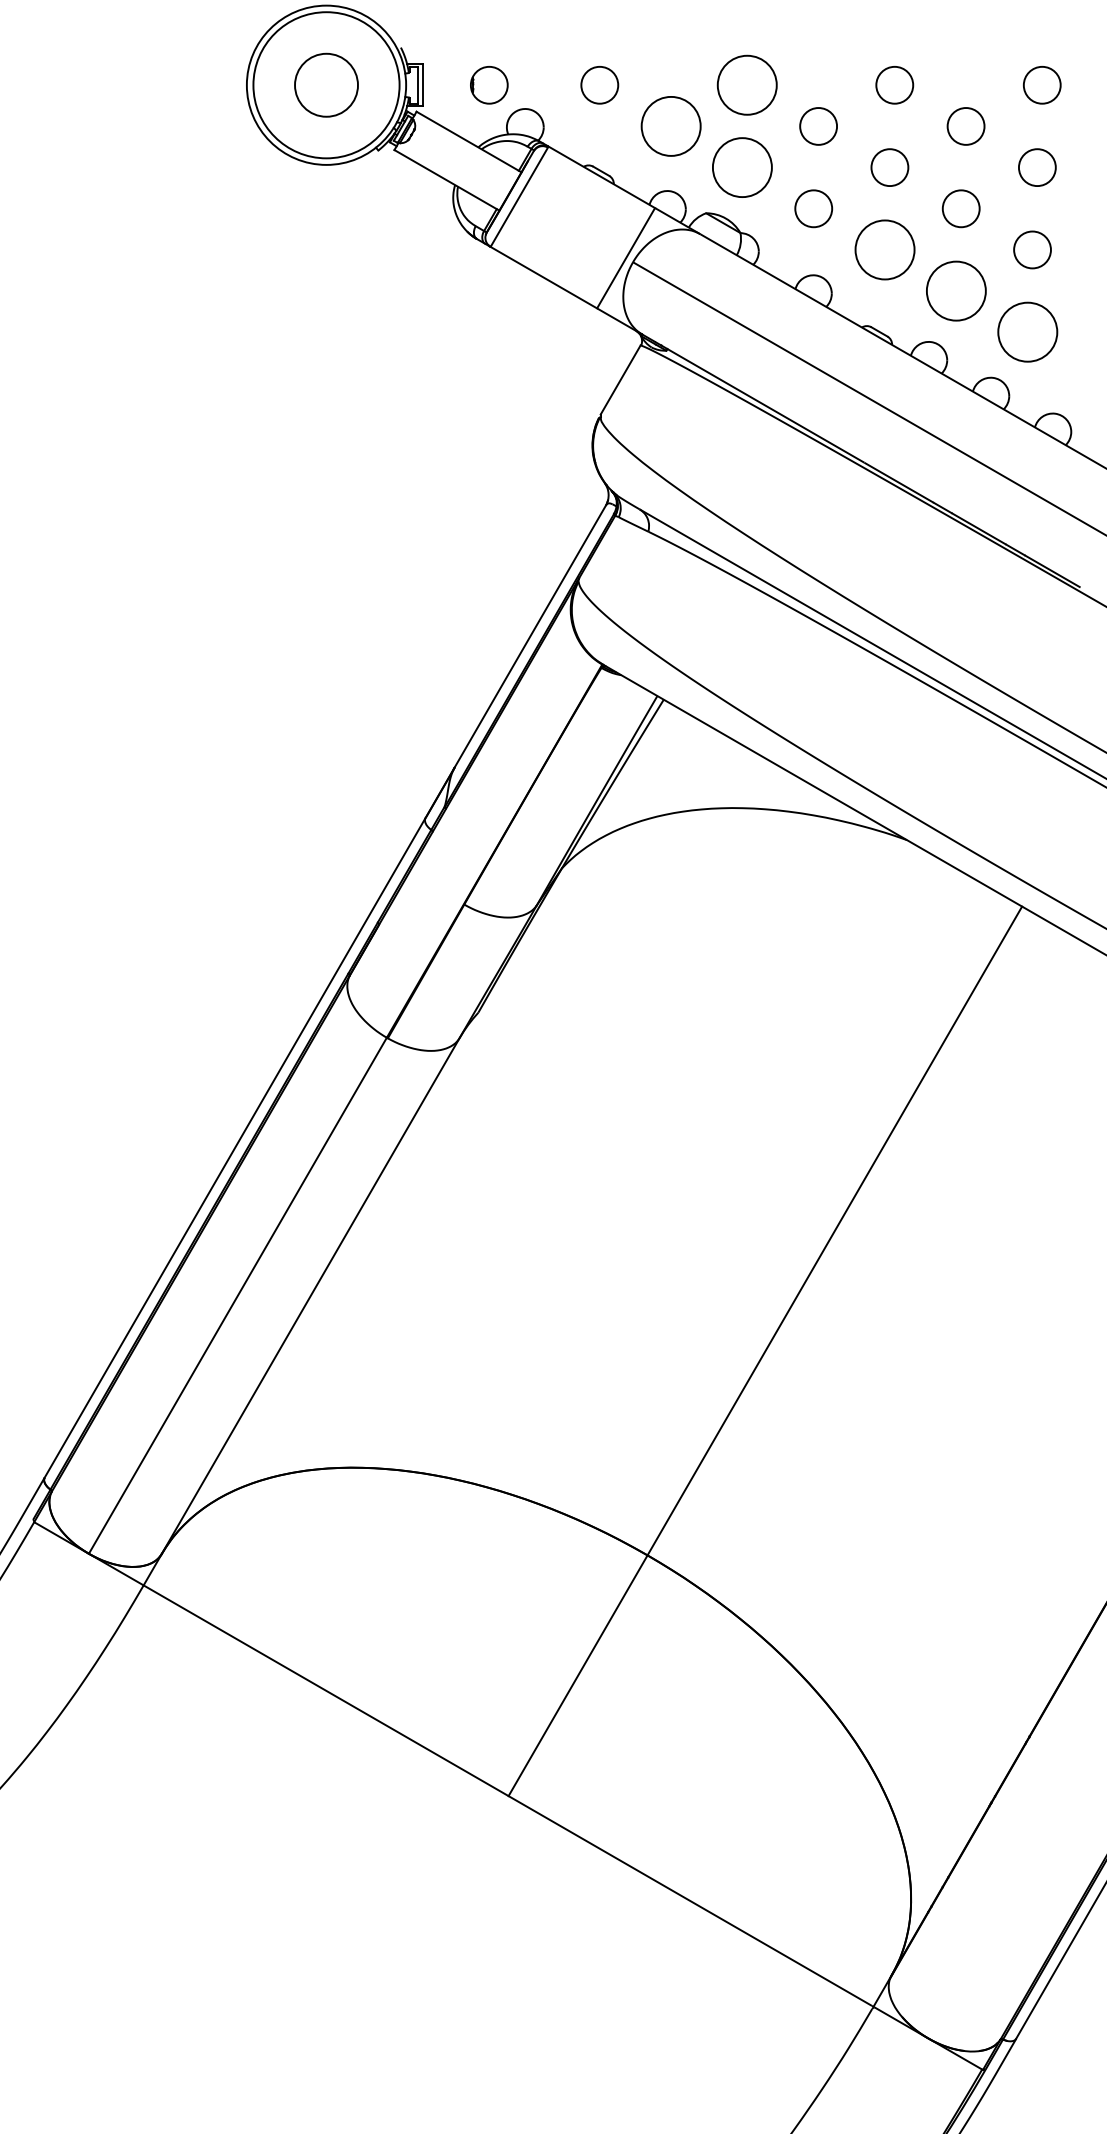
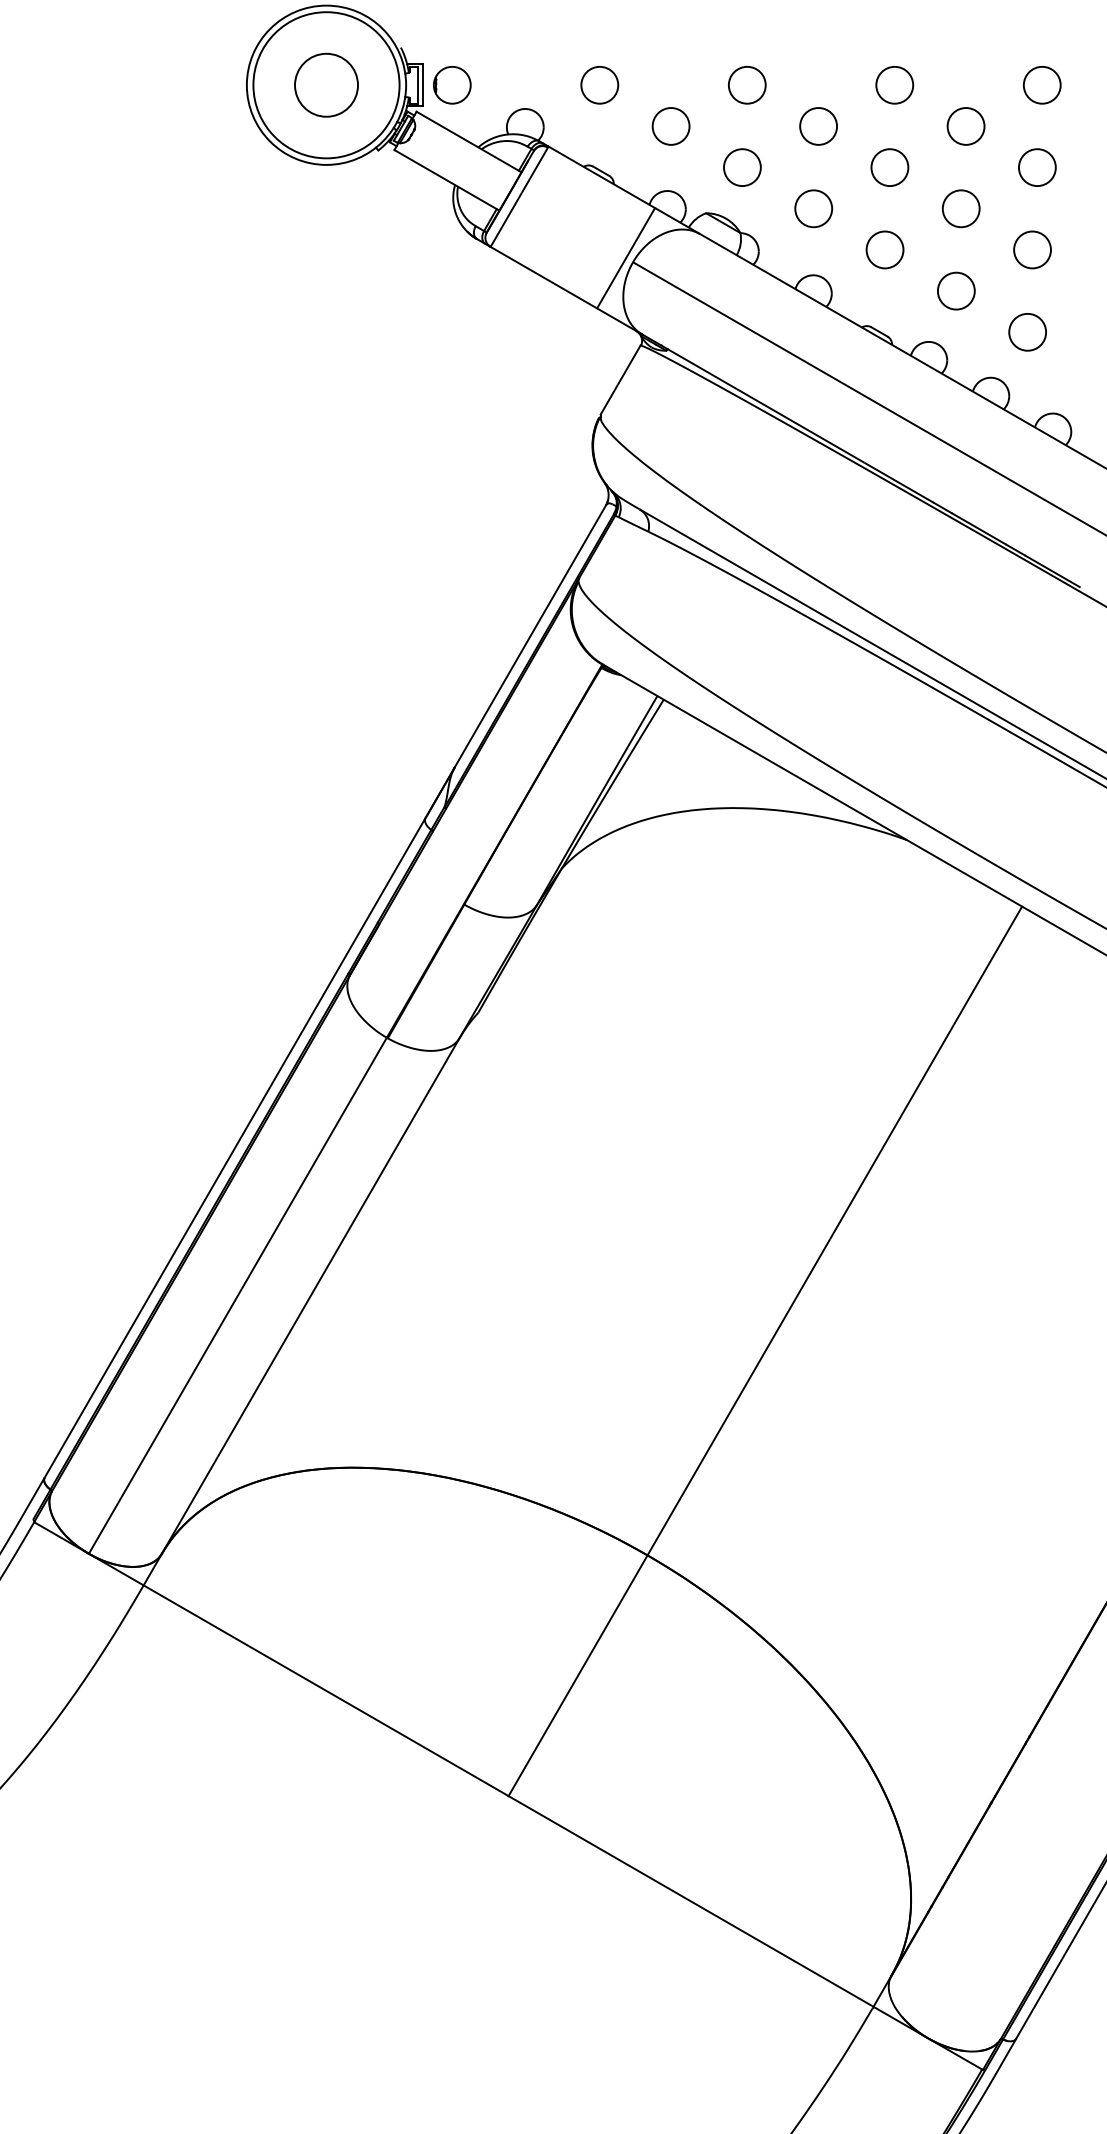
circle at (746, 84) diameter: 59 px -> 37 px
part at (489, 85) position: (489, 85) -> (452, 85)
circle at (670, 126) size: 62x61 px -> 40x39 px
circle at (741, 167) diameter: 59 px -> 37 px
circle at (884, 249) diameter: 59 px -> 37 px
circle at (955, 290) diameter: 59 px -> 37 px
circle at (1027, 331) size: 62x62 px -> 39x39 px
